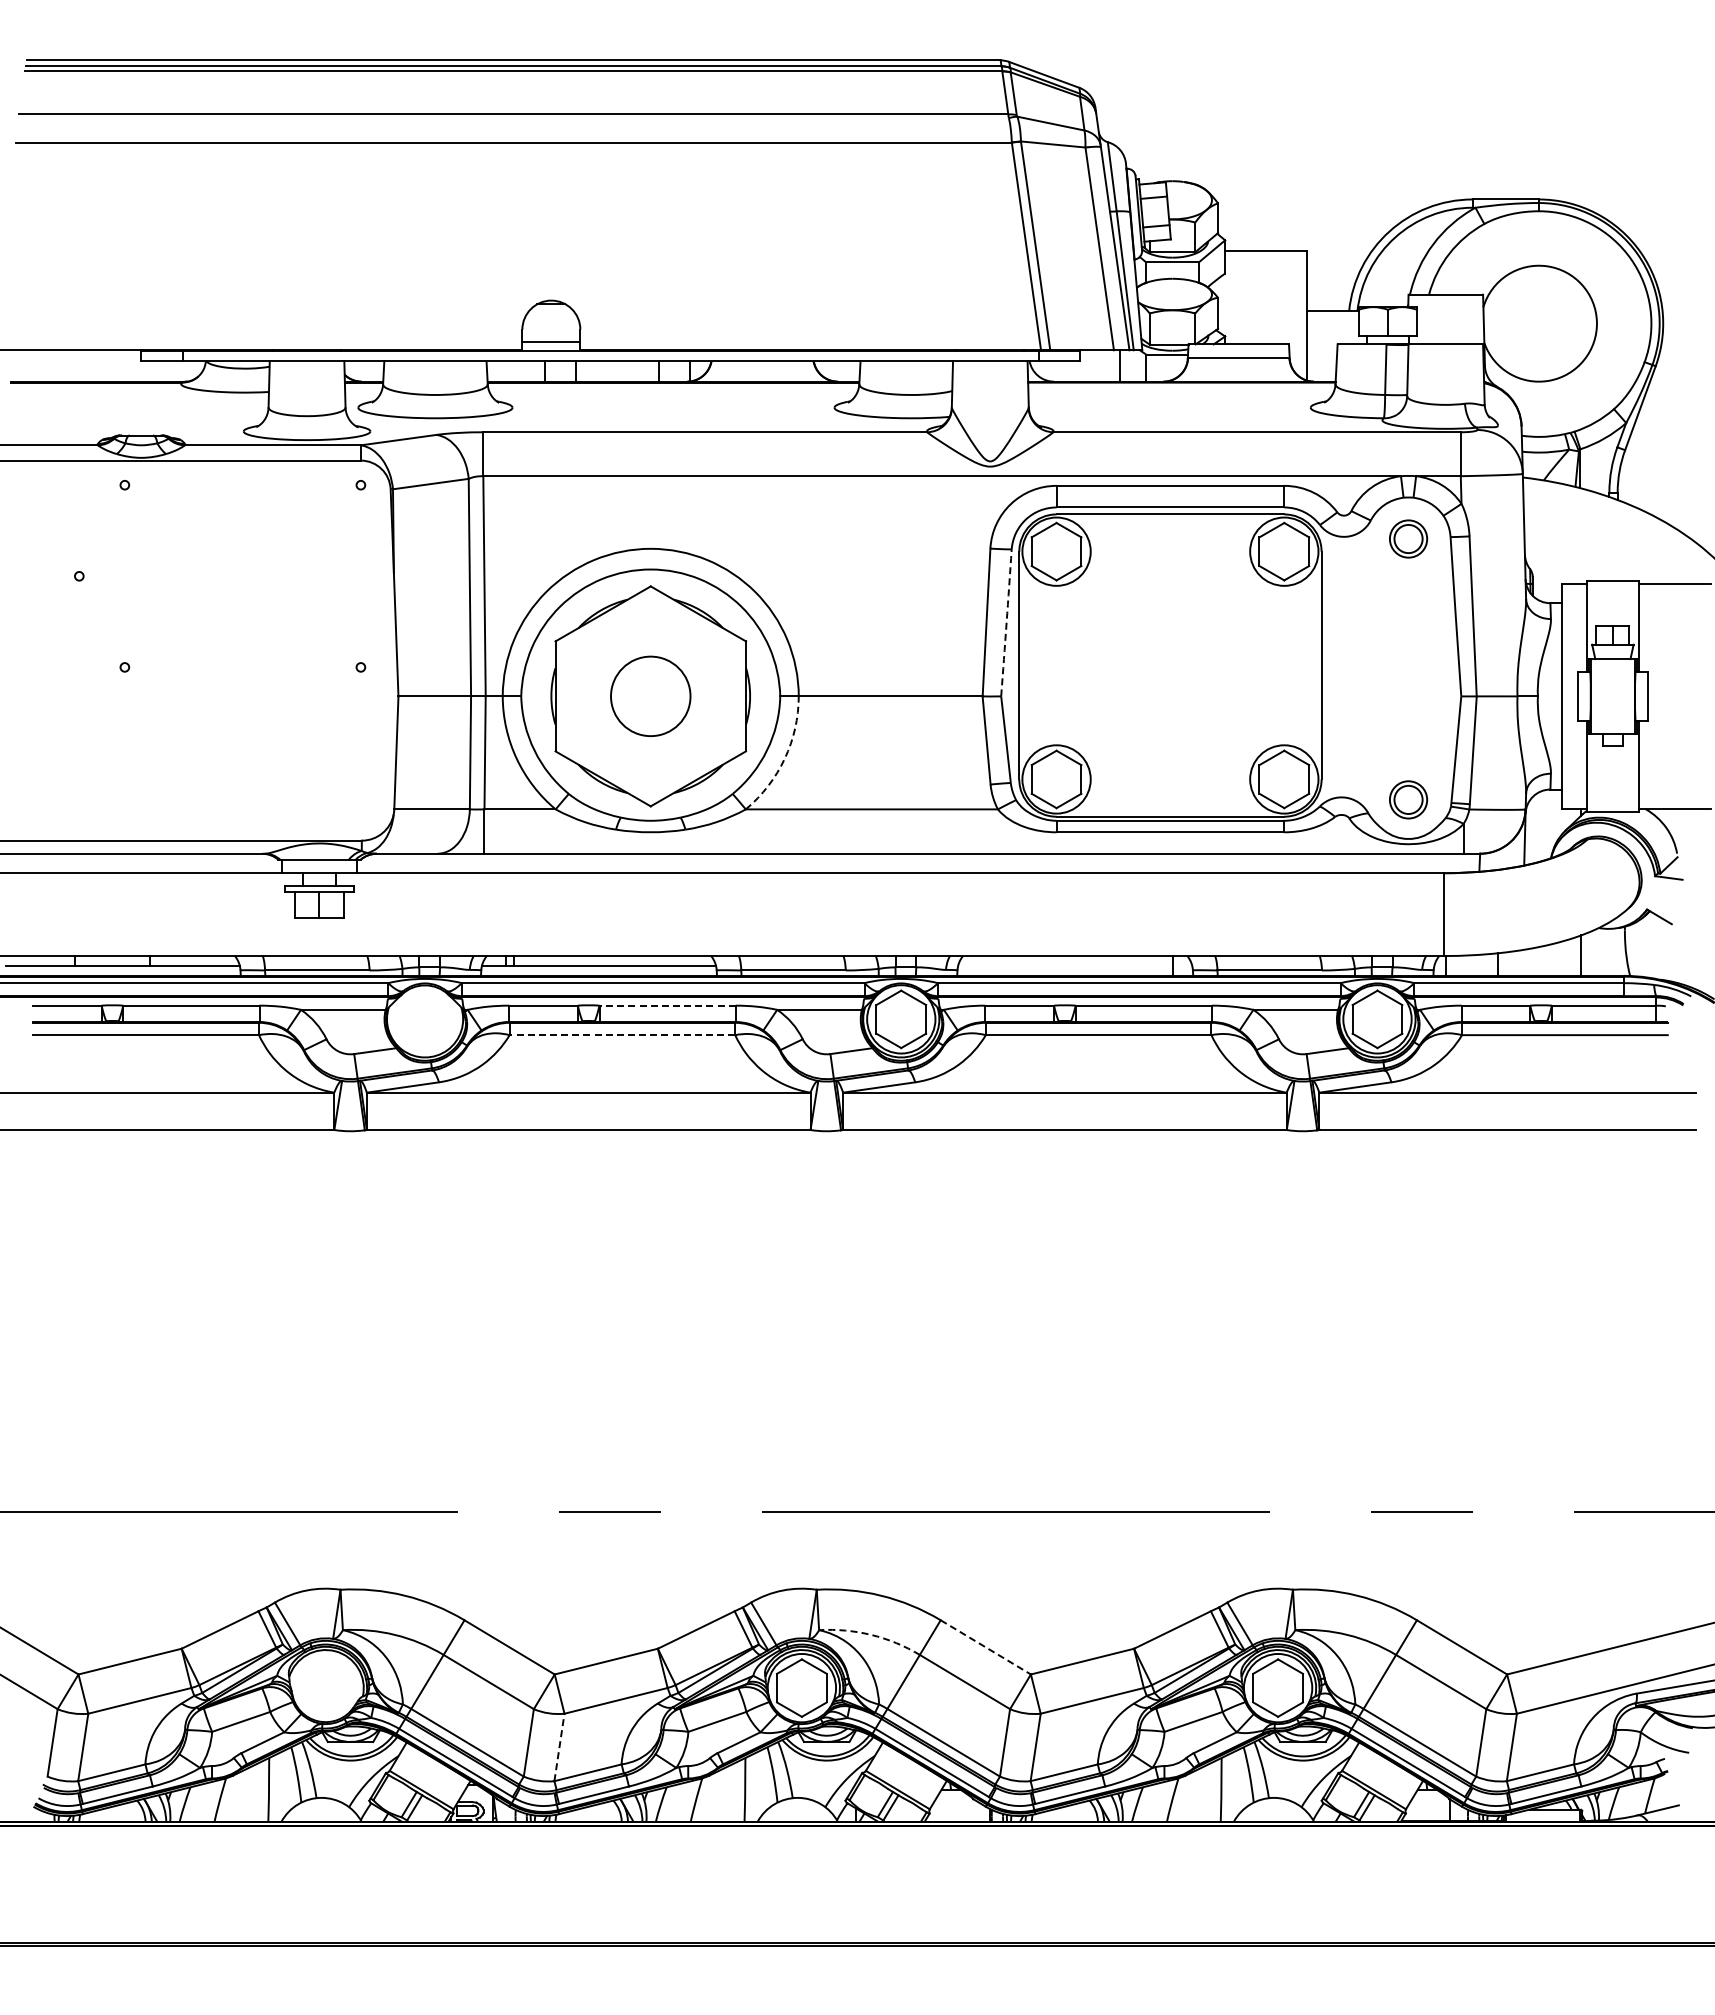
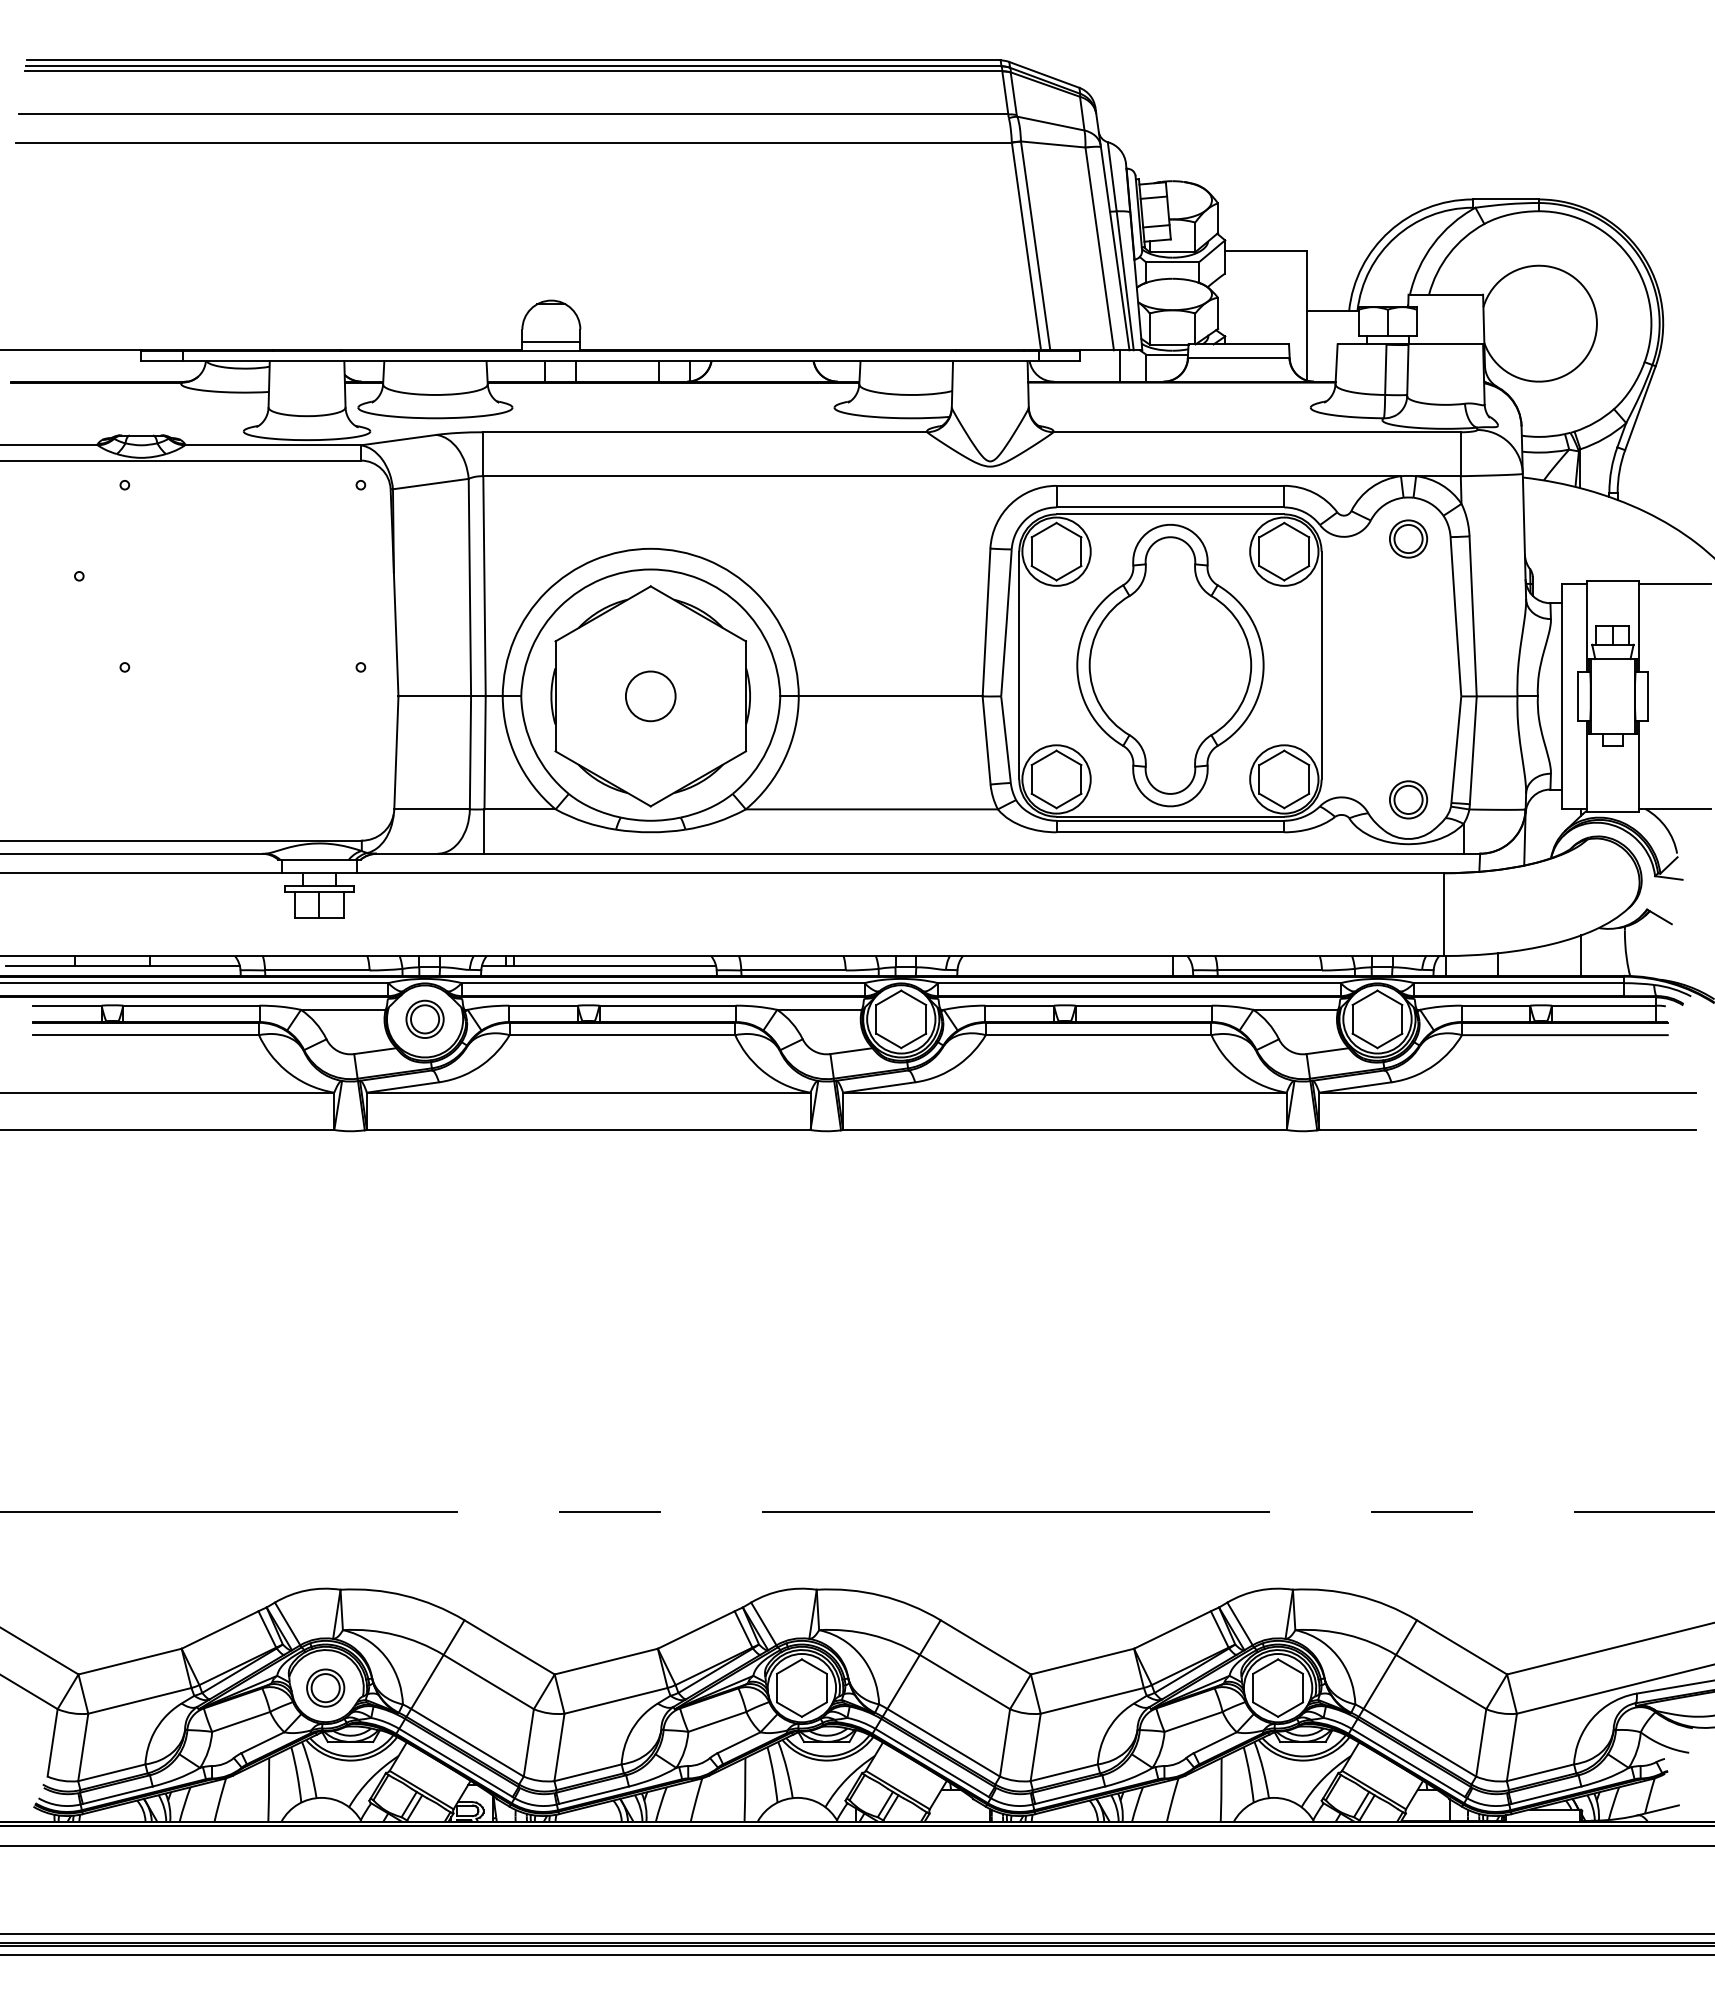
arc at (1006, 622): dashed -> solid
part at (1170, 665): none -> present
circle at (650, 696) diameter: 80 px -> 50 px
arc at (784, 758): dashed -> solid
line at (667, 1005): dashed -> solid
part at (424, 1018): none -> present
line at (622, 1035): dashed -> solid
arc at (871, 1634): dashed -> solid
line at (985, 1647): dashed -> solid
part at (325, 1687): none -> present
line at (559, 1746): dashed -> solid
line at (856, 1845): none -> present
line at (856, 1933): none -> present
line at (856, 1954): none -> present
